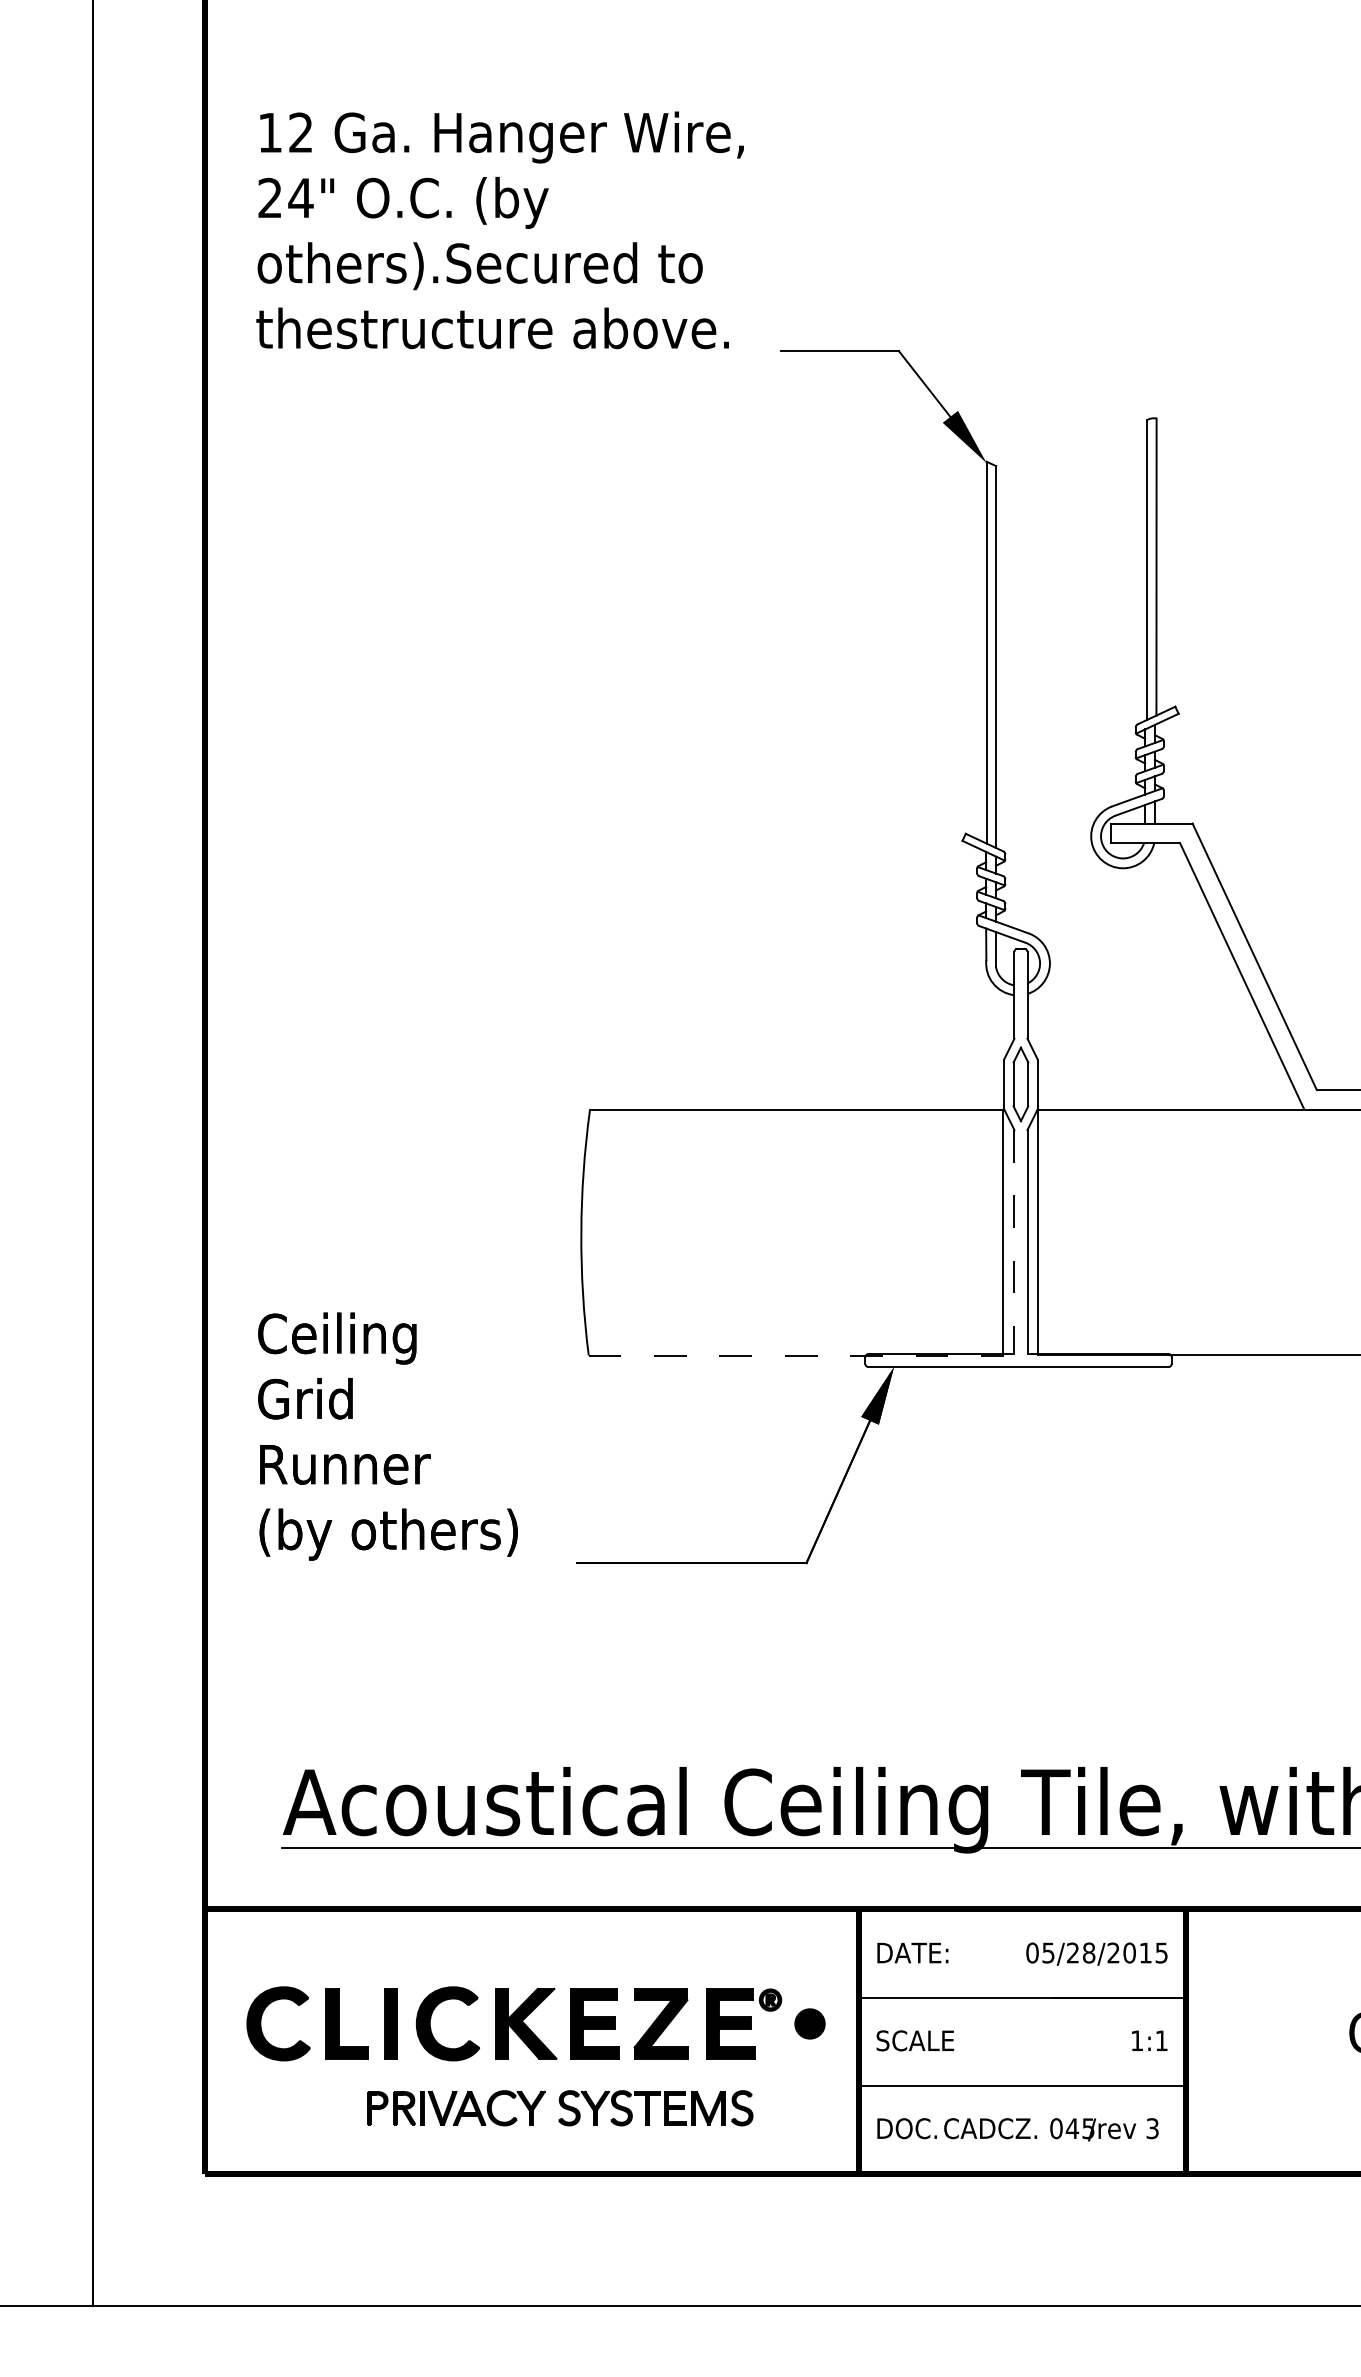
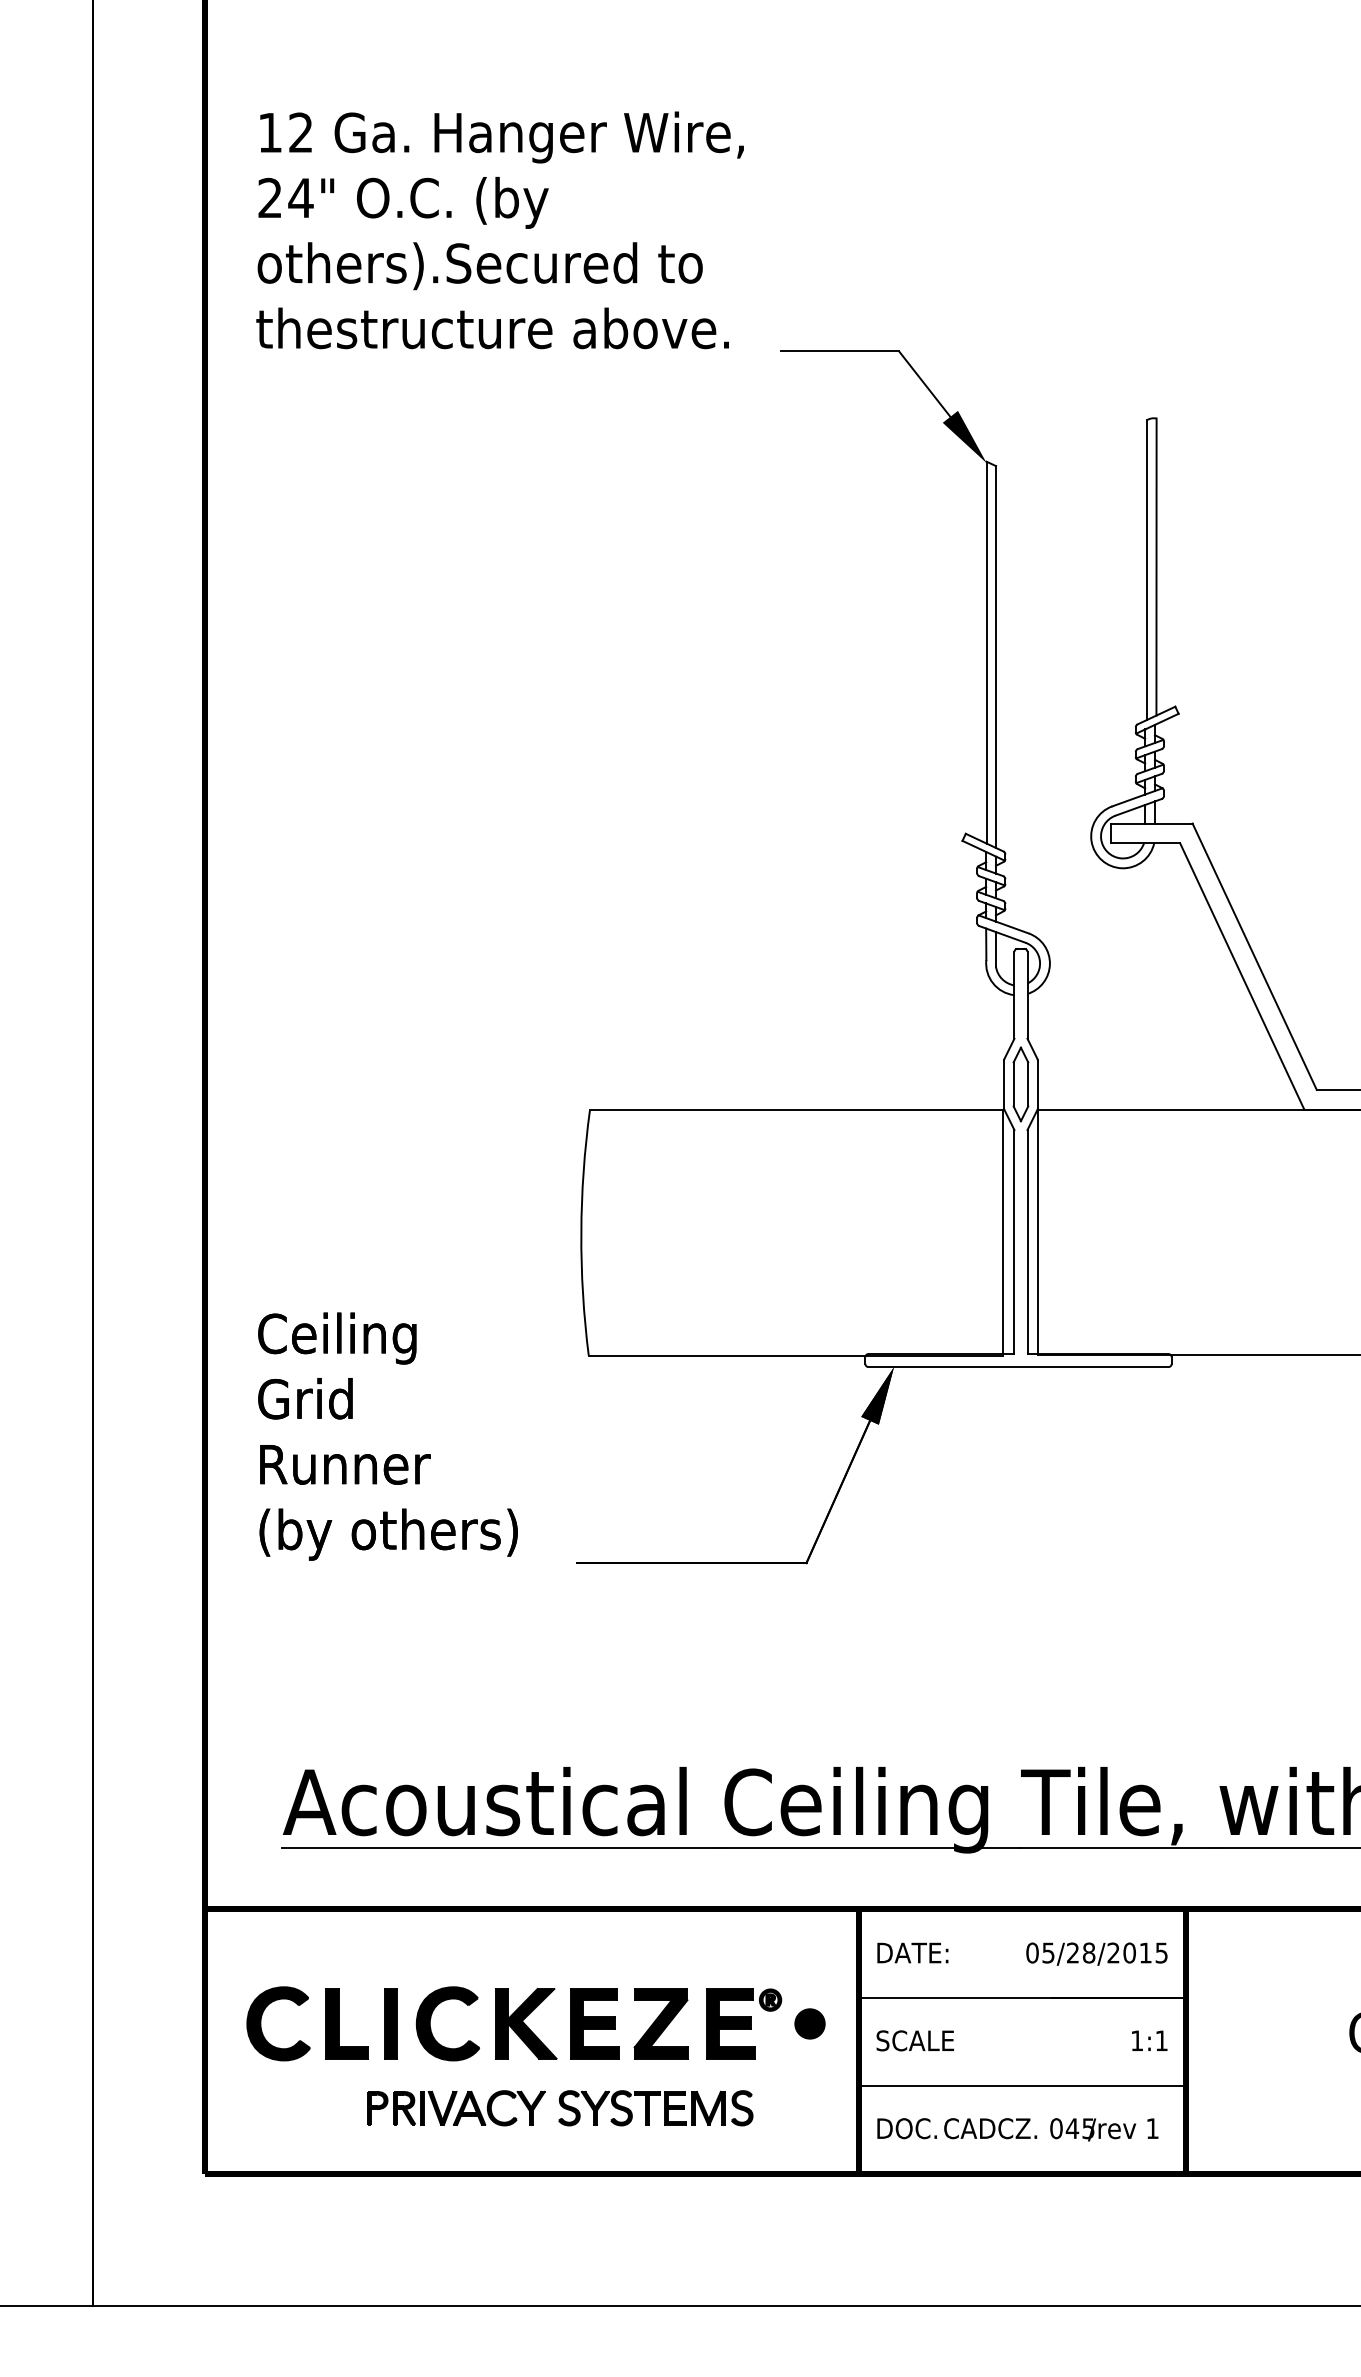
line at (1014, 1242): dashed -> solid
line at (796, 1355): dashed -> solid
text at (1152, 2128): 3 -> 1
